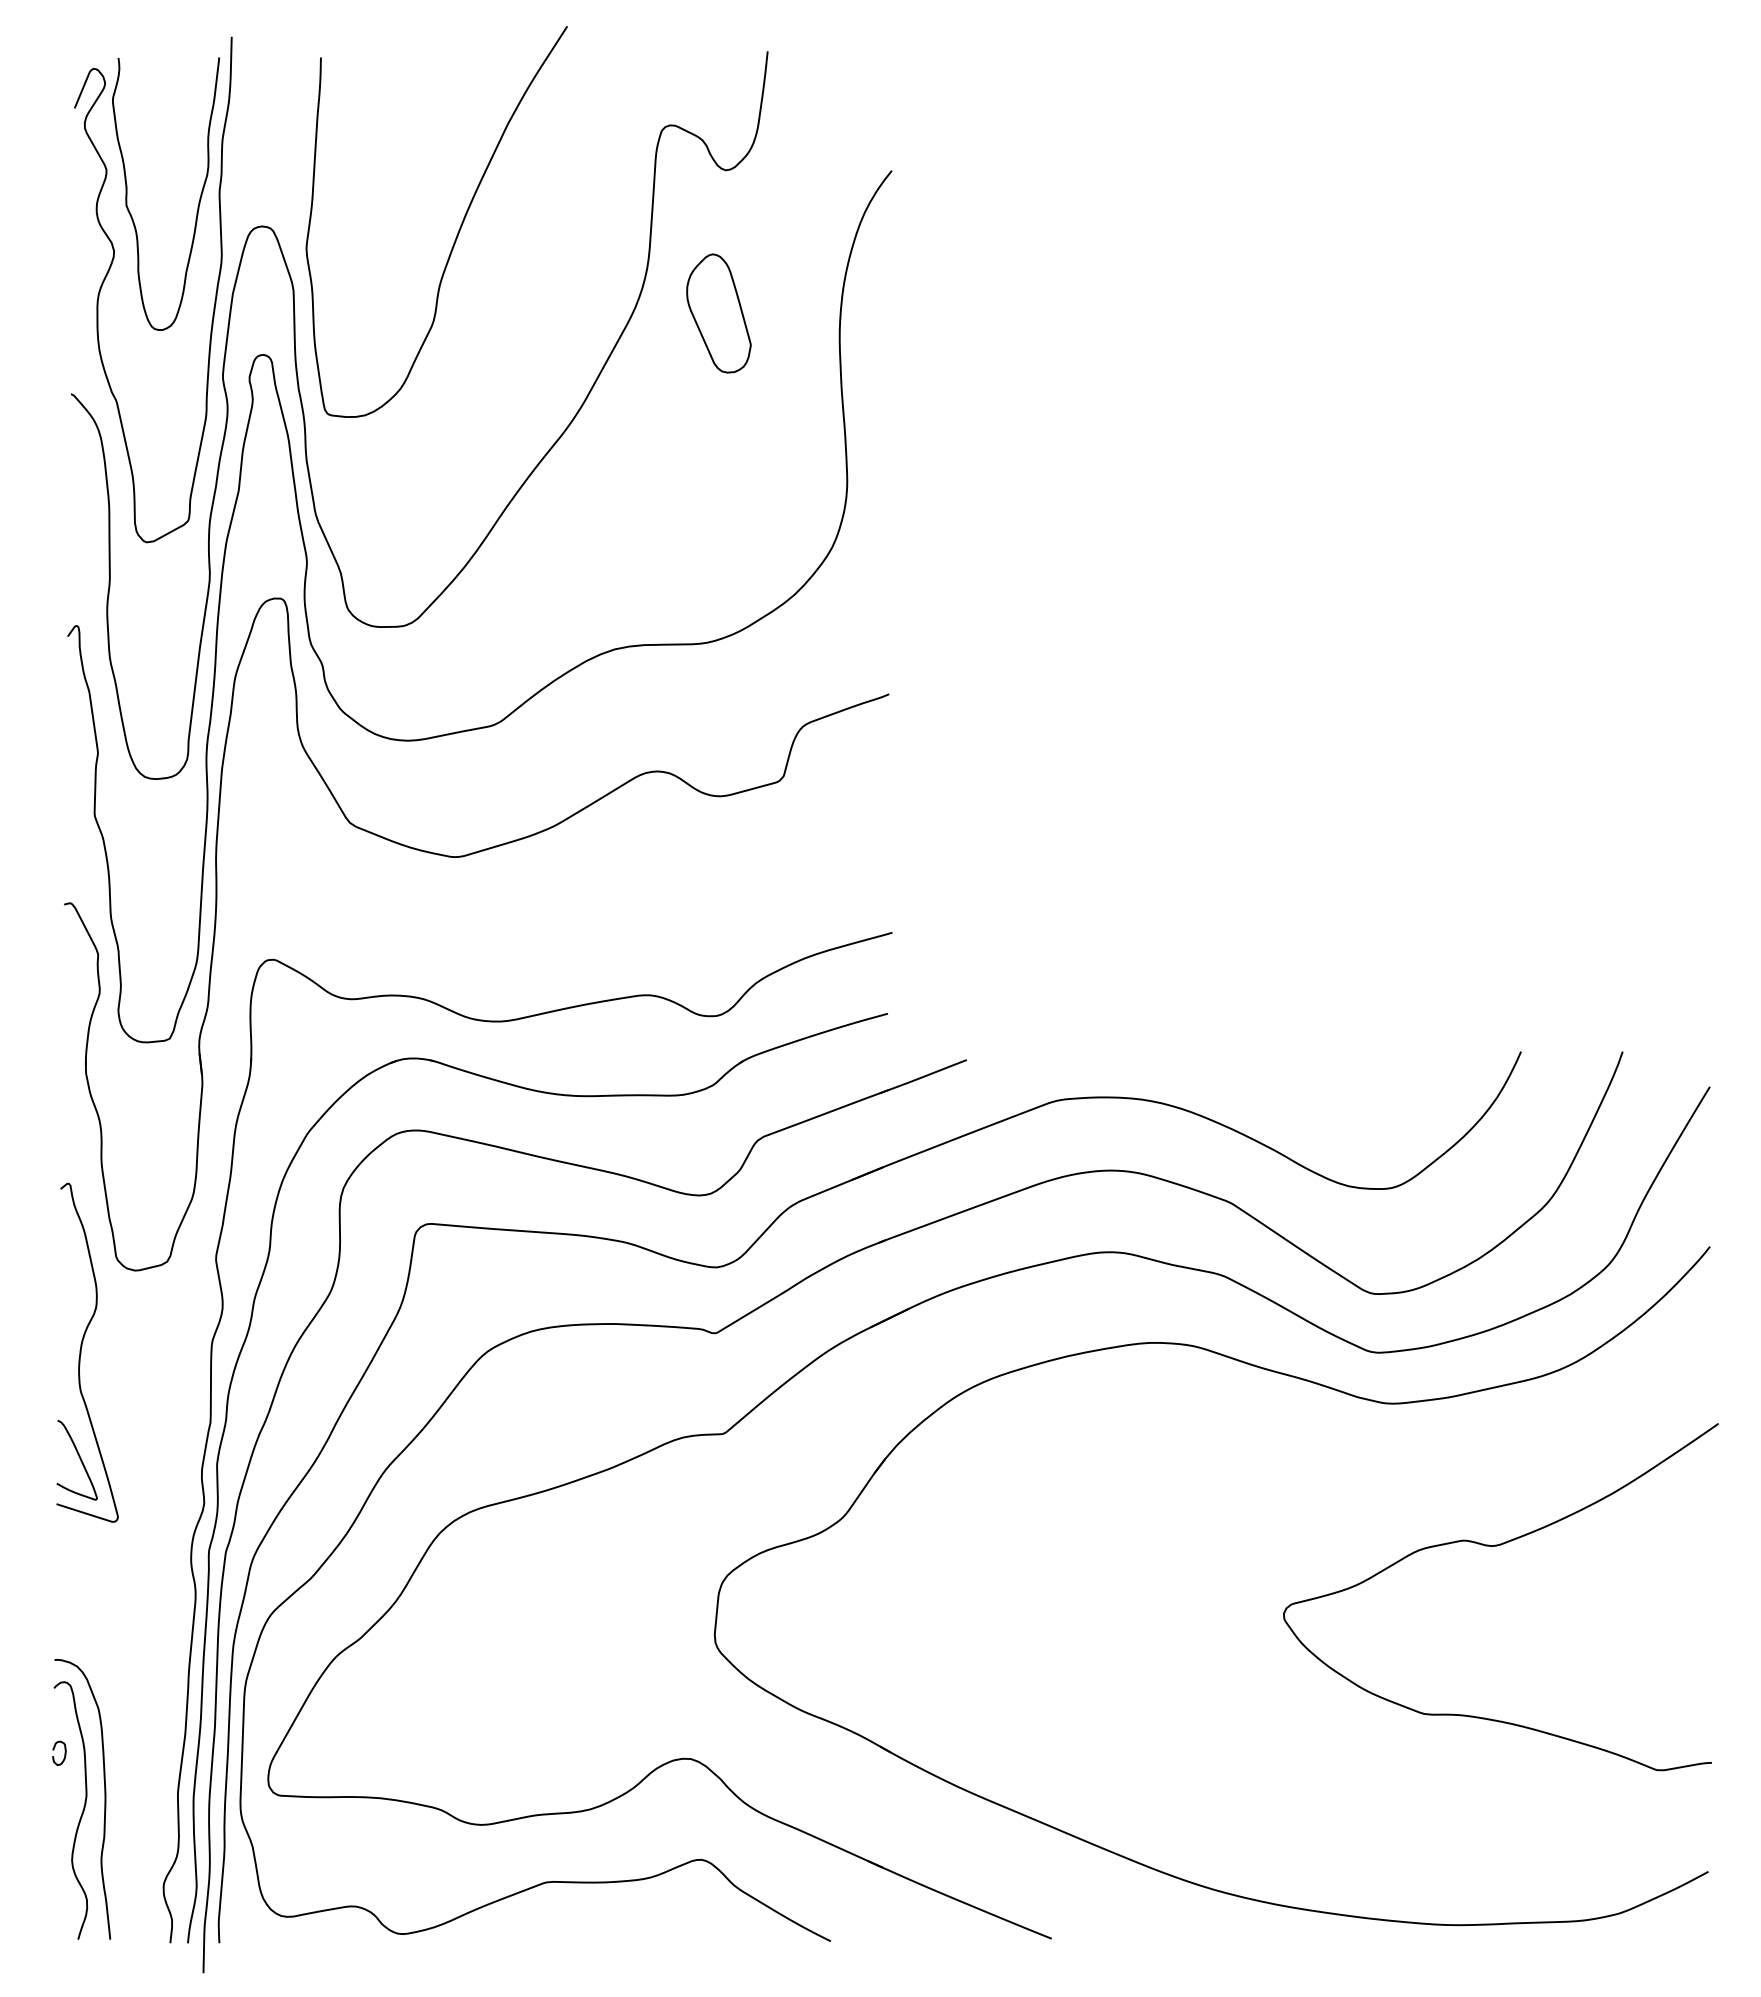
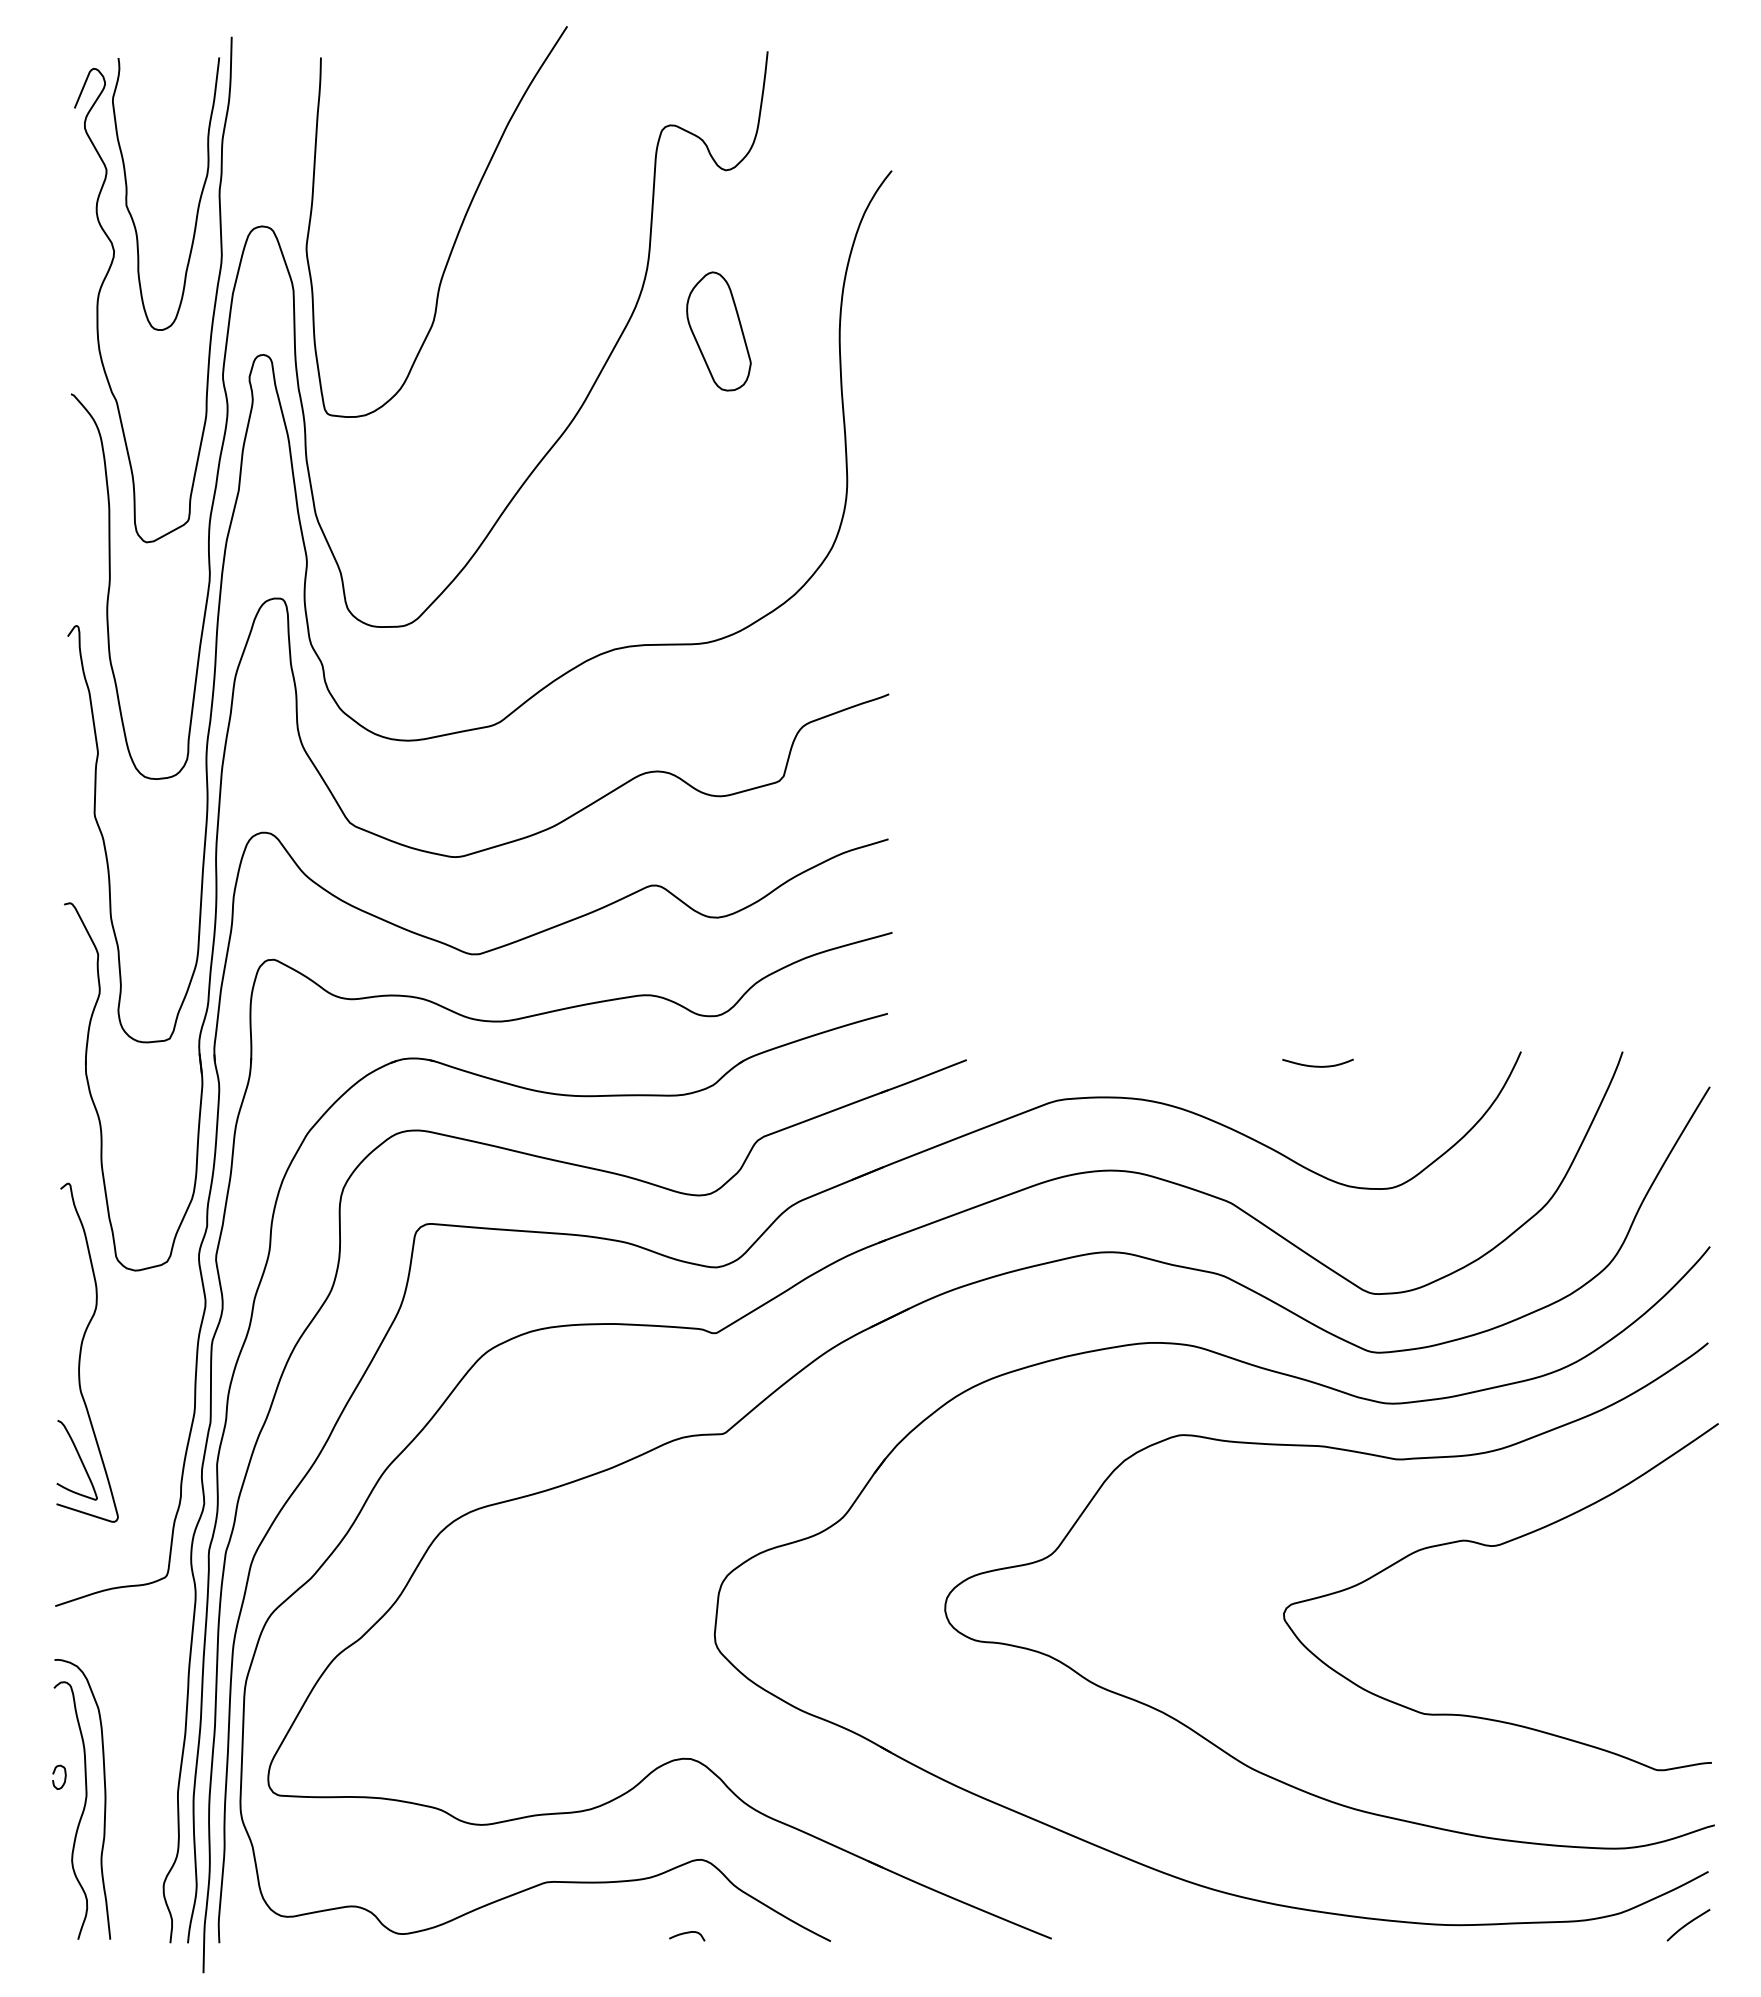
part at (718, 313) position: (718, 313) -> (718, 331)
curve at (1317, 1065): none -> present
part at (213, 1179): none -> present
curve at (1352, 1452): none -> present
curve at (64, 1752) position: (64, 1752) -> (64, 1776)
curve at (1688, 1924): none -> present
curve at (687, 1933): none -> present
